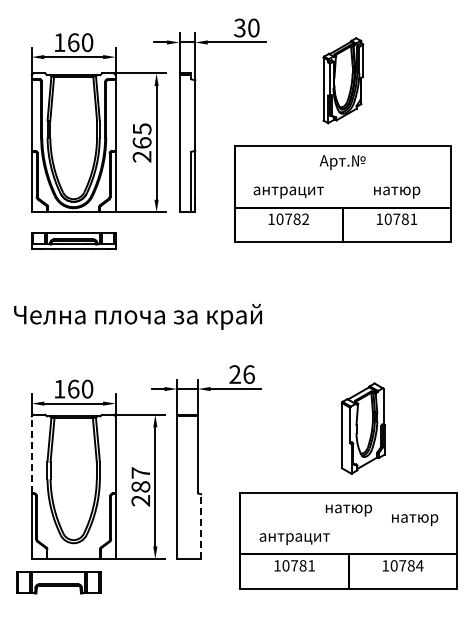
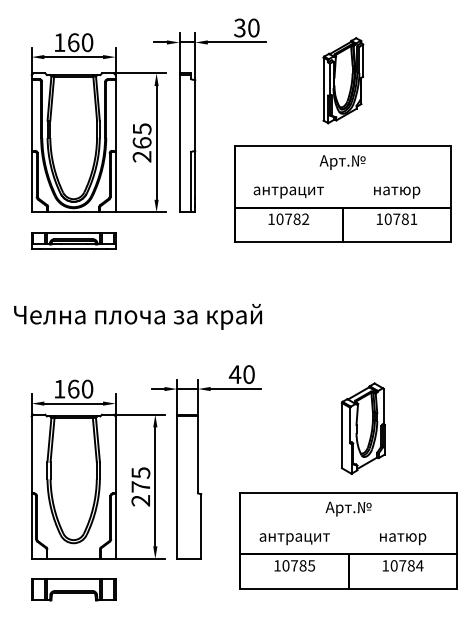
text at (241, 374): 26 -> 40
line at (31, 454): dashed -> solid
text at (140, 479): 287 -> 275
text at (348, 508): натюр -> Арт.№
text at (415, 520) position: (415, 520) -> (403, 539)
line at (201, 526): dashed -> solid
text at (311, 565): 10781 -> 10785
part at (58, 582) position: (58, 582) -> (73, 589)
